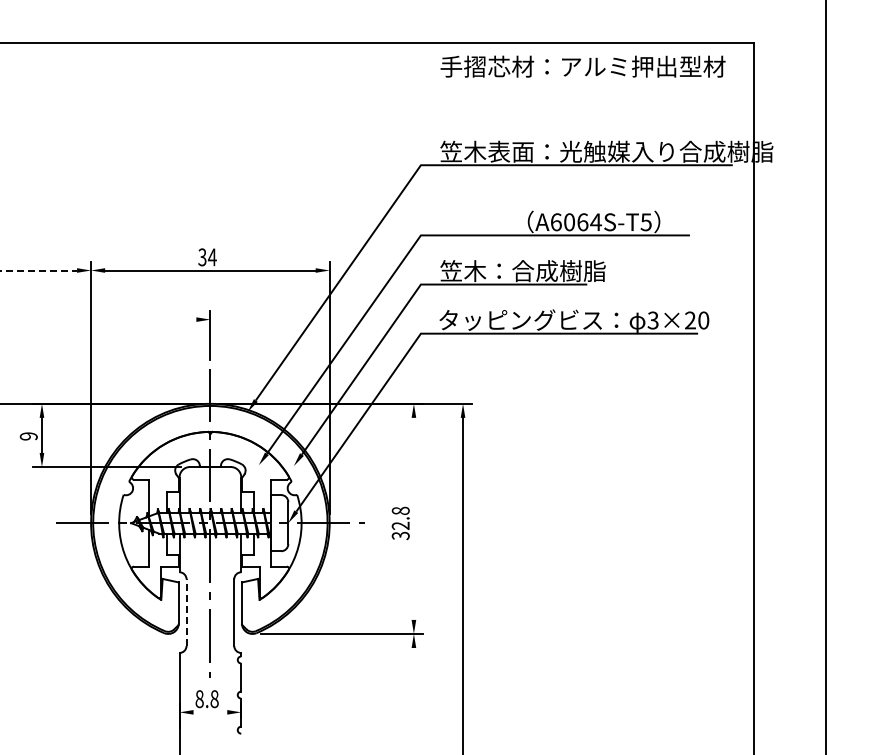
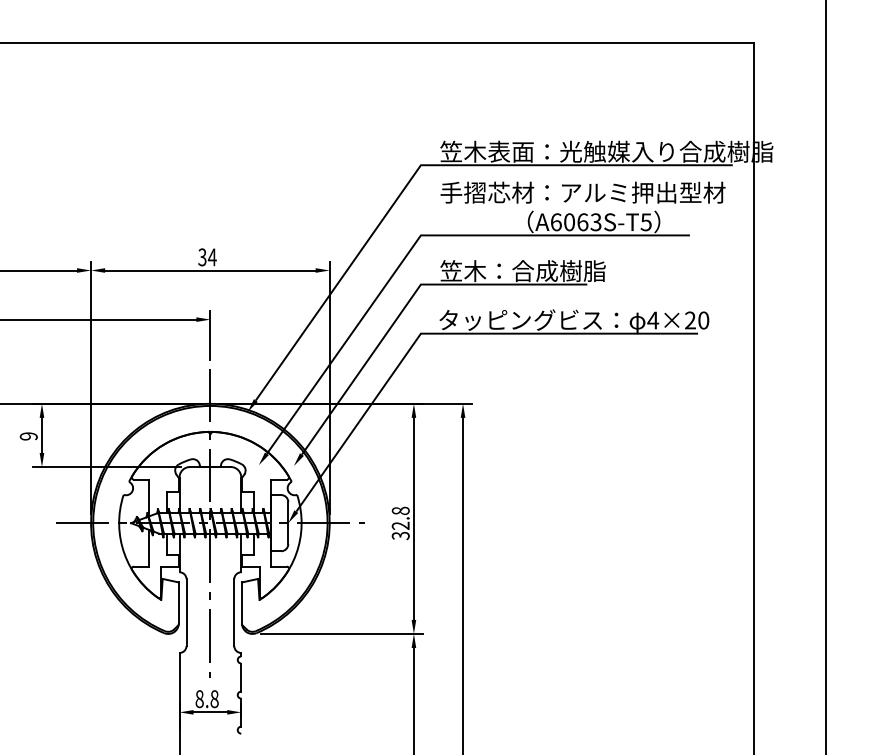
text at (582, 66) position: (582, 66) -> (582, 192)
text at (595, 222): A6064S-T5 -> A6063S-T5
line at (39, 270): dashed -> solid
line at (99, 319): none -> present
text at (653, 320): 3×20 -> 4×20
line at (413, 518): none -> present
line at (186, 612): dashed -> solid
line at (413, 699): none -> present
line at (210, 712): none -> present
